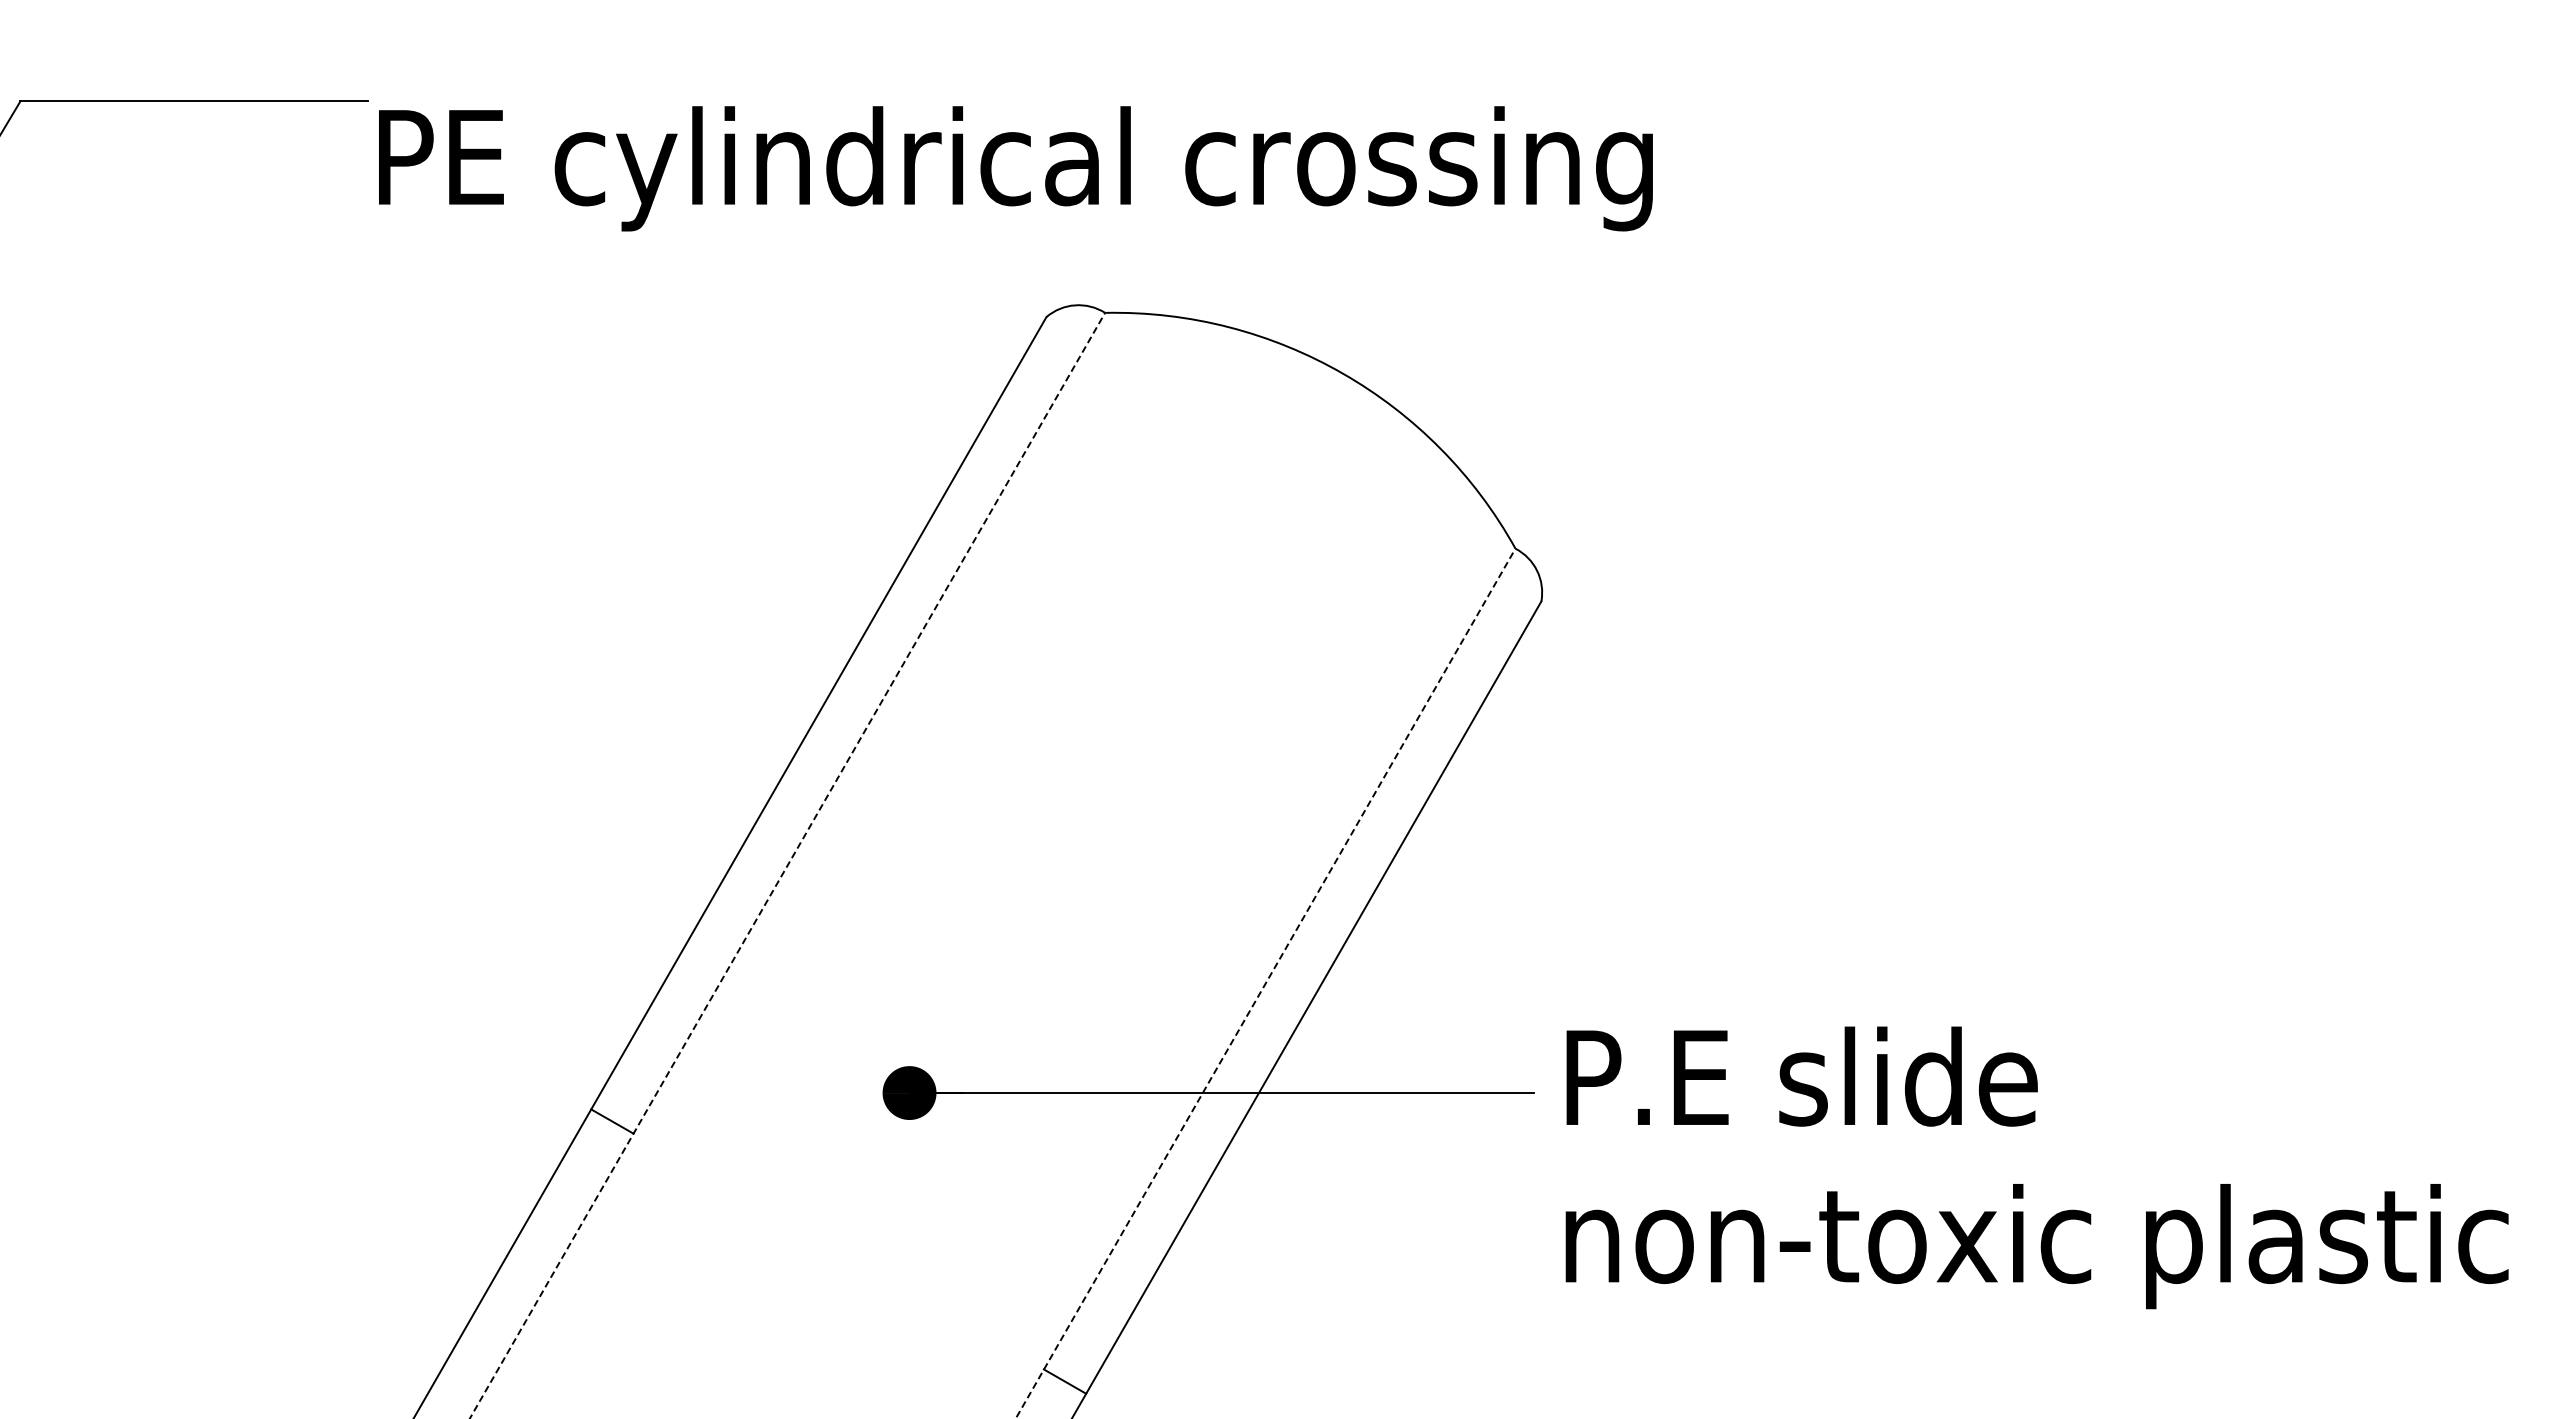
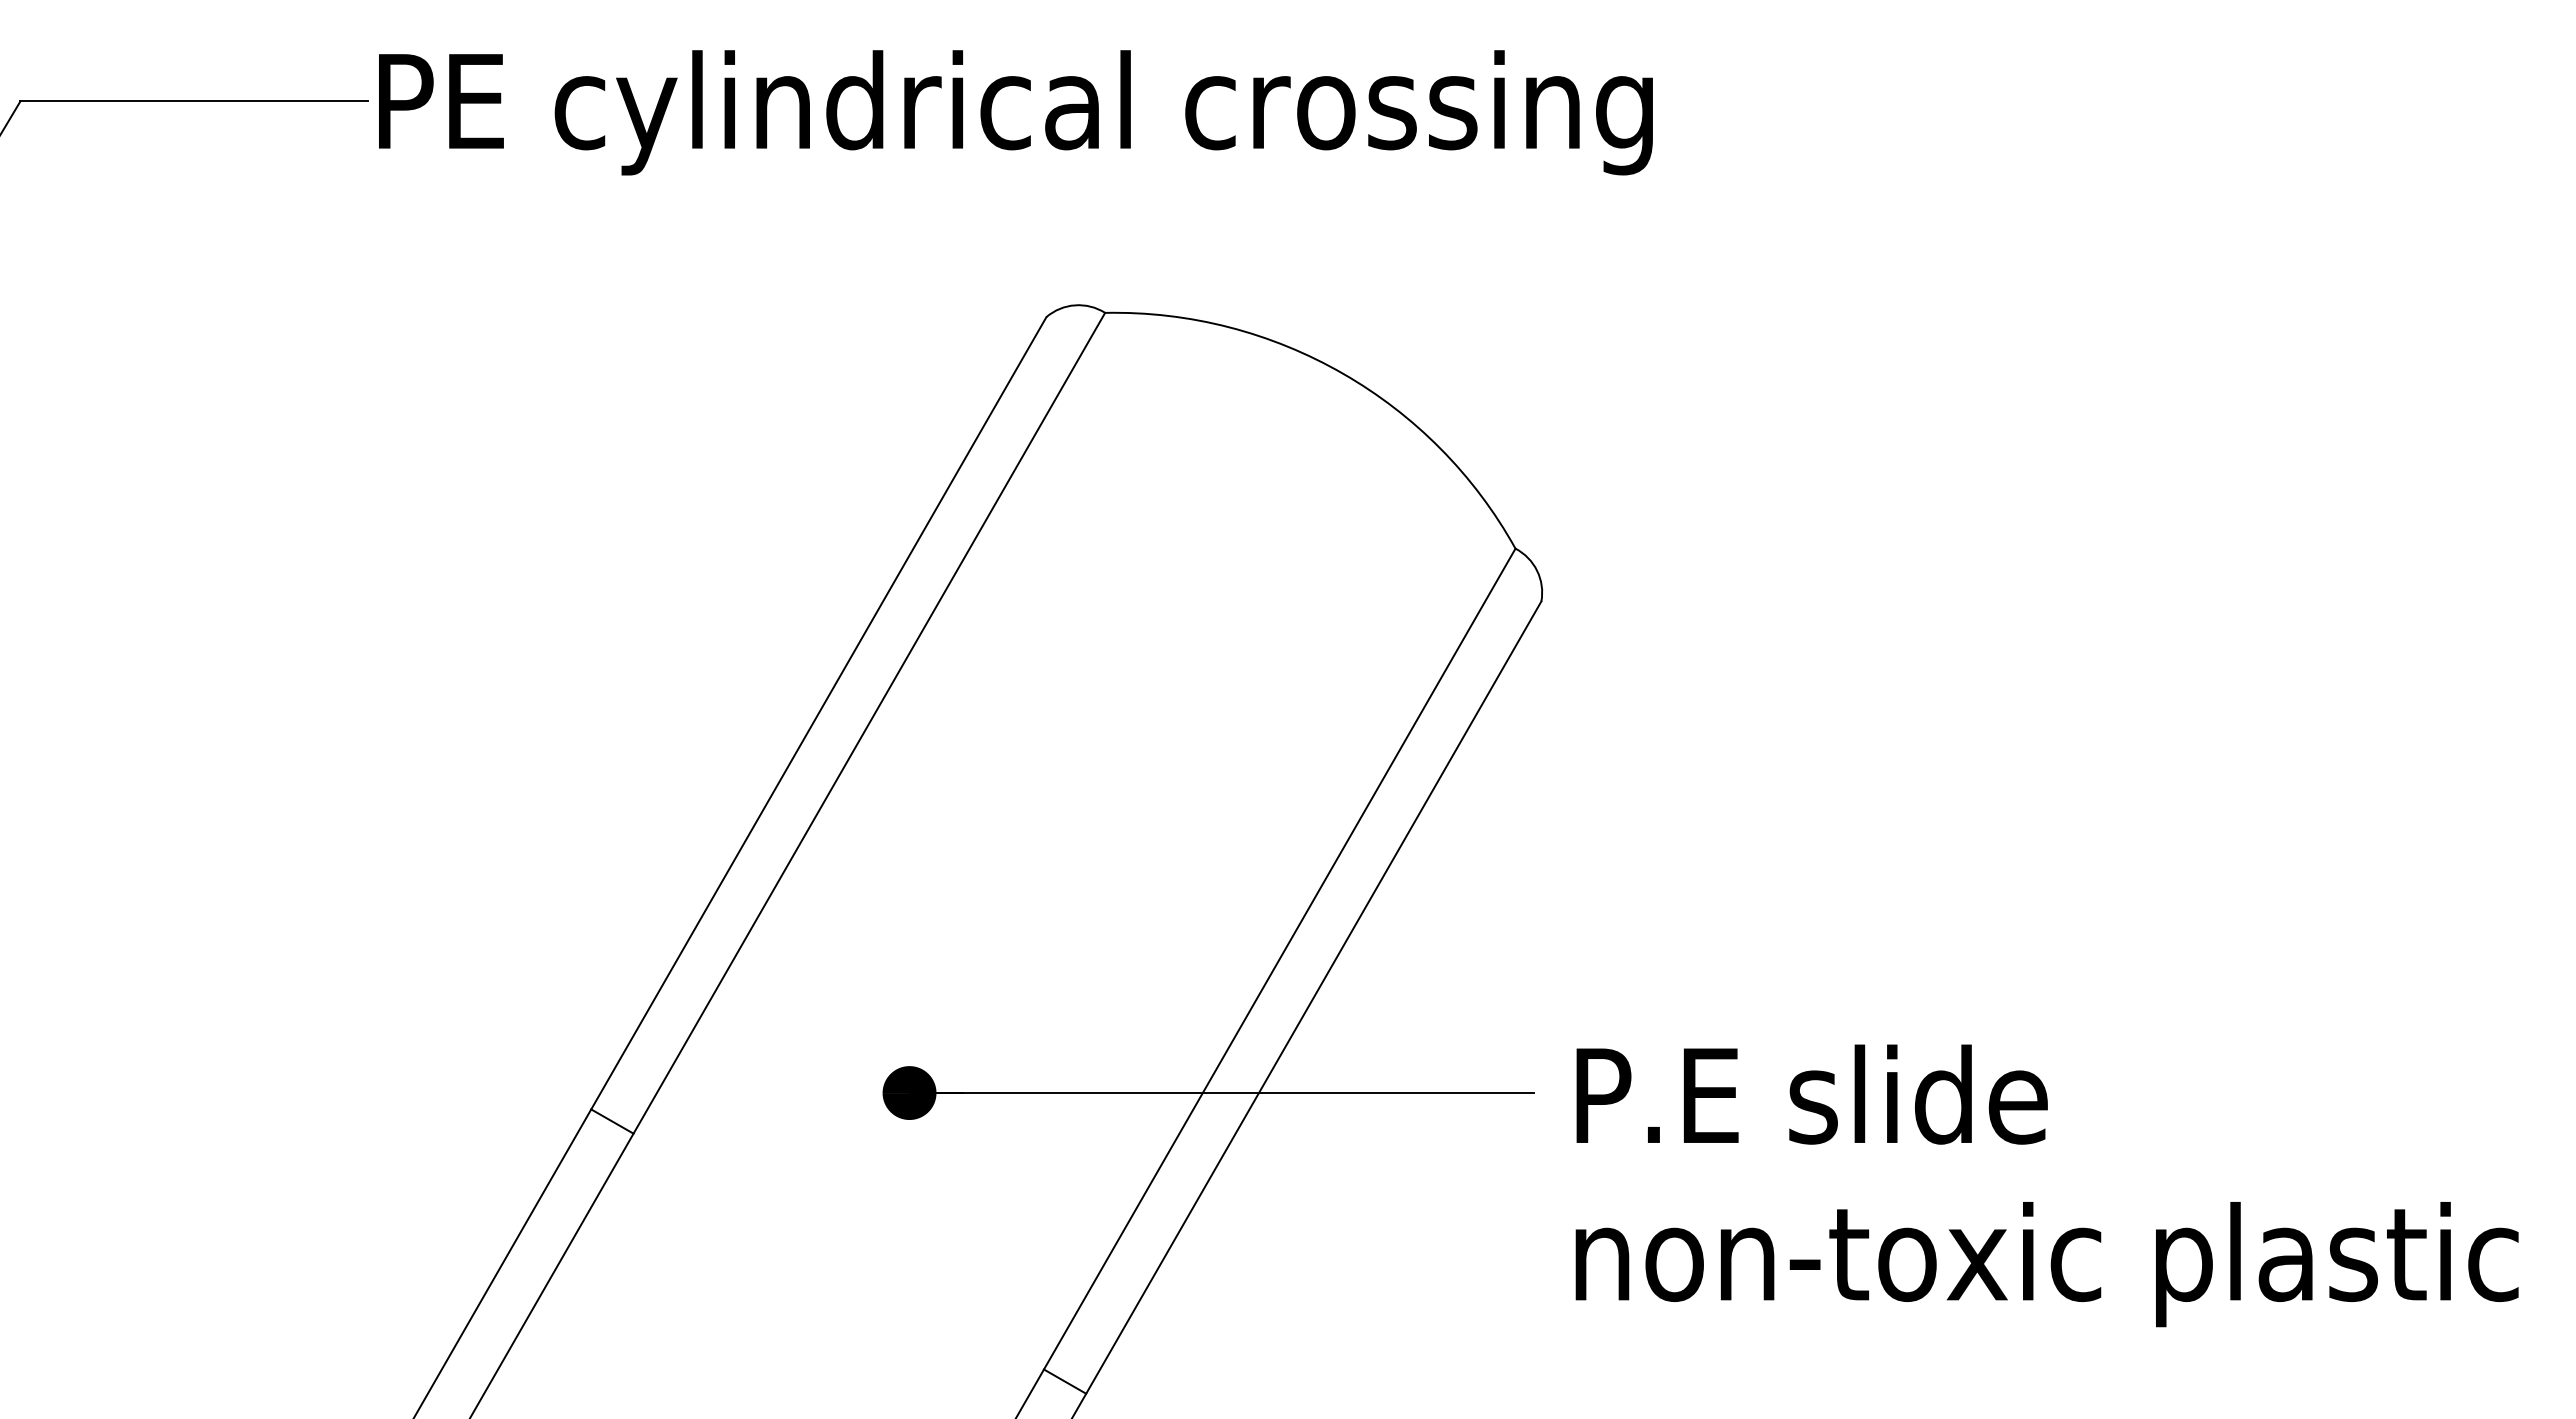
text at (1015, 168) position: (1015, 168) -> (1015, 112)
line at (787, 865): dashed -> solid
line at (1266, 983): dashed -> solid
text at (2036, 1167) position: (2036, 1167) -> (2046, 1185)
